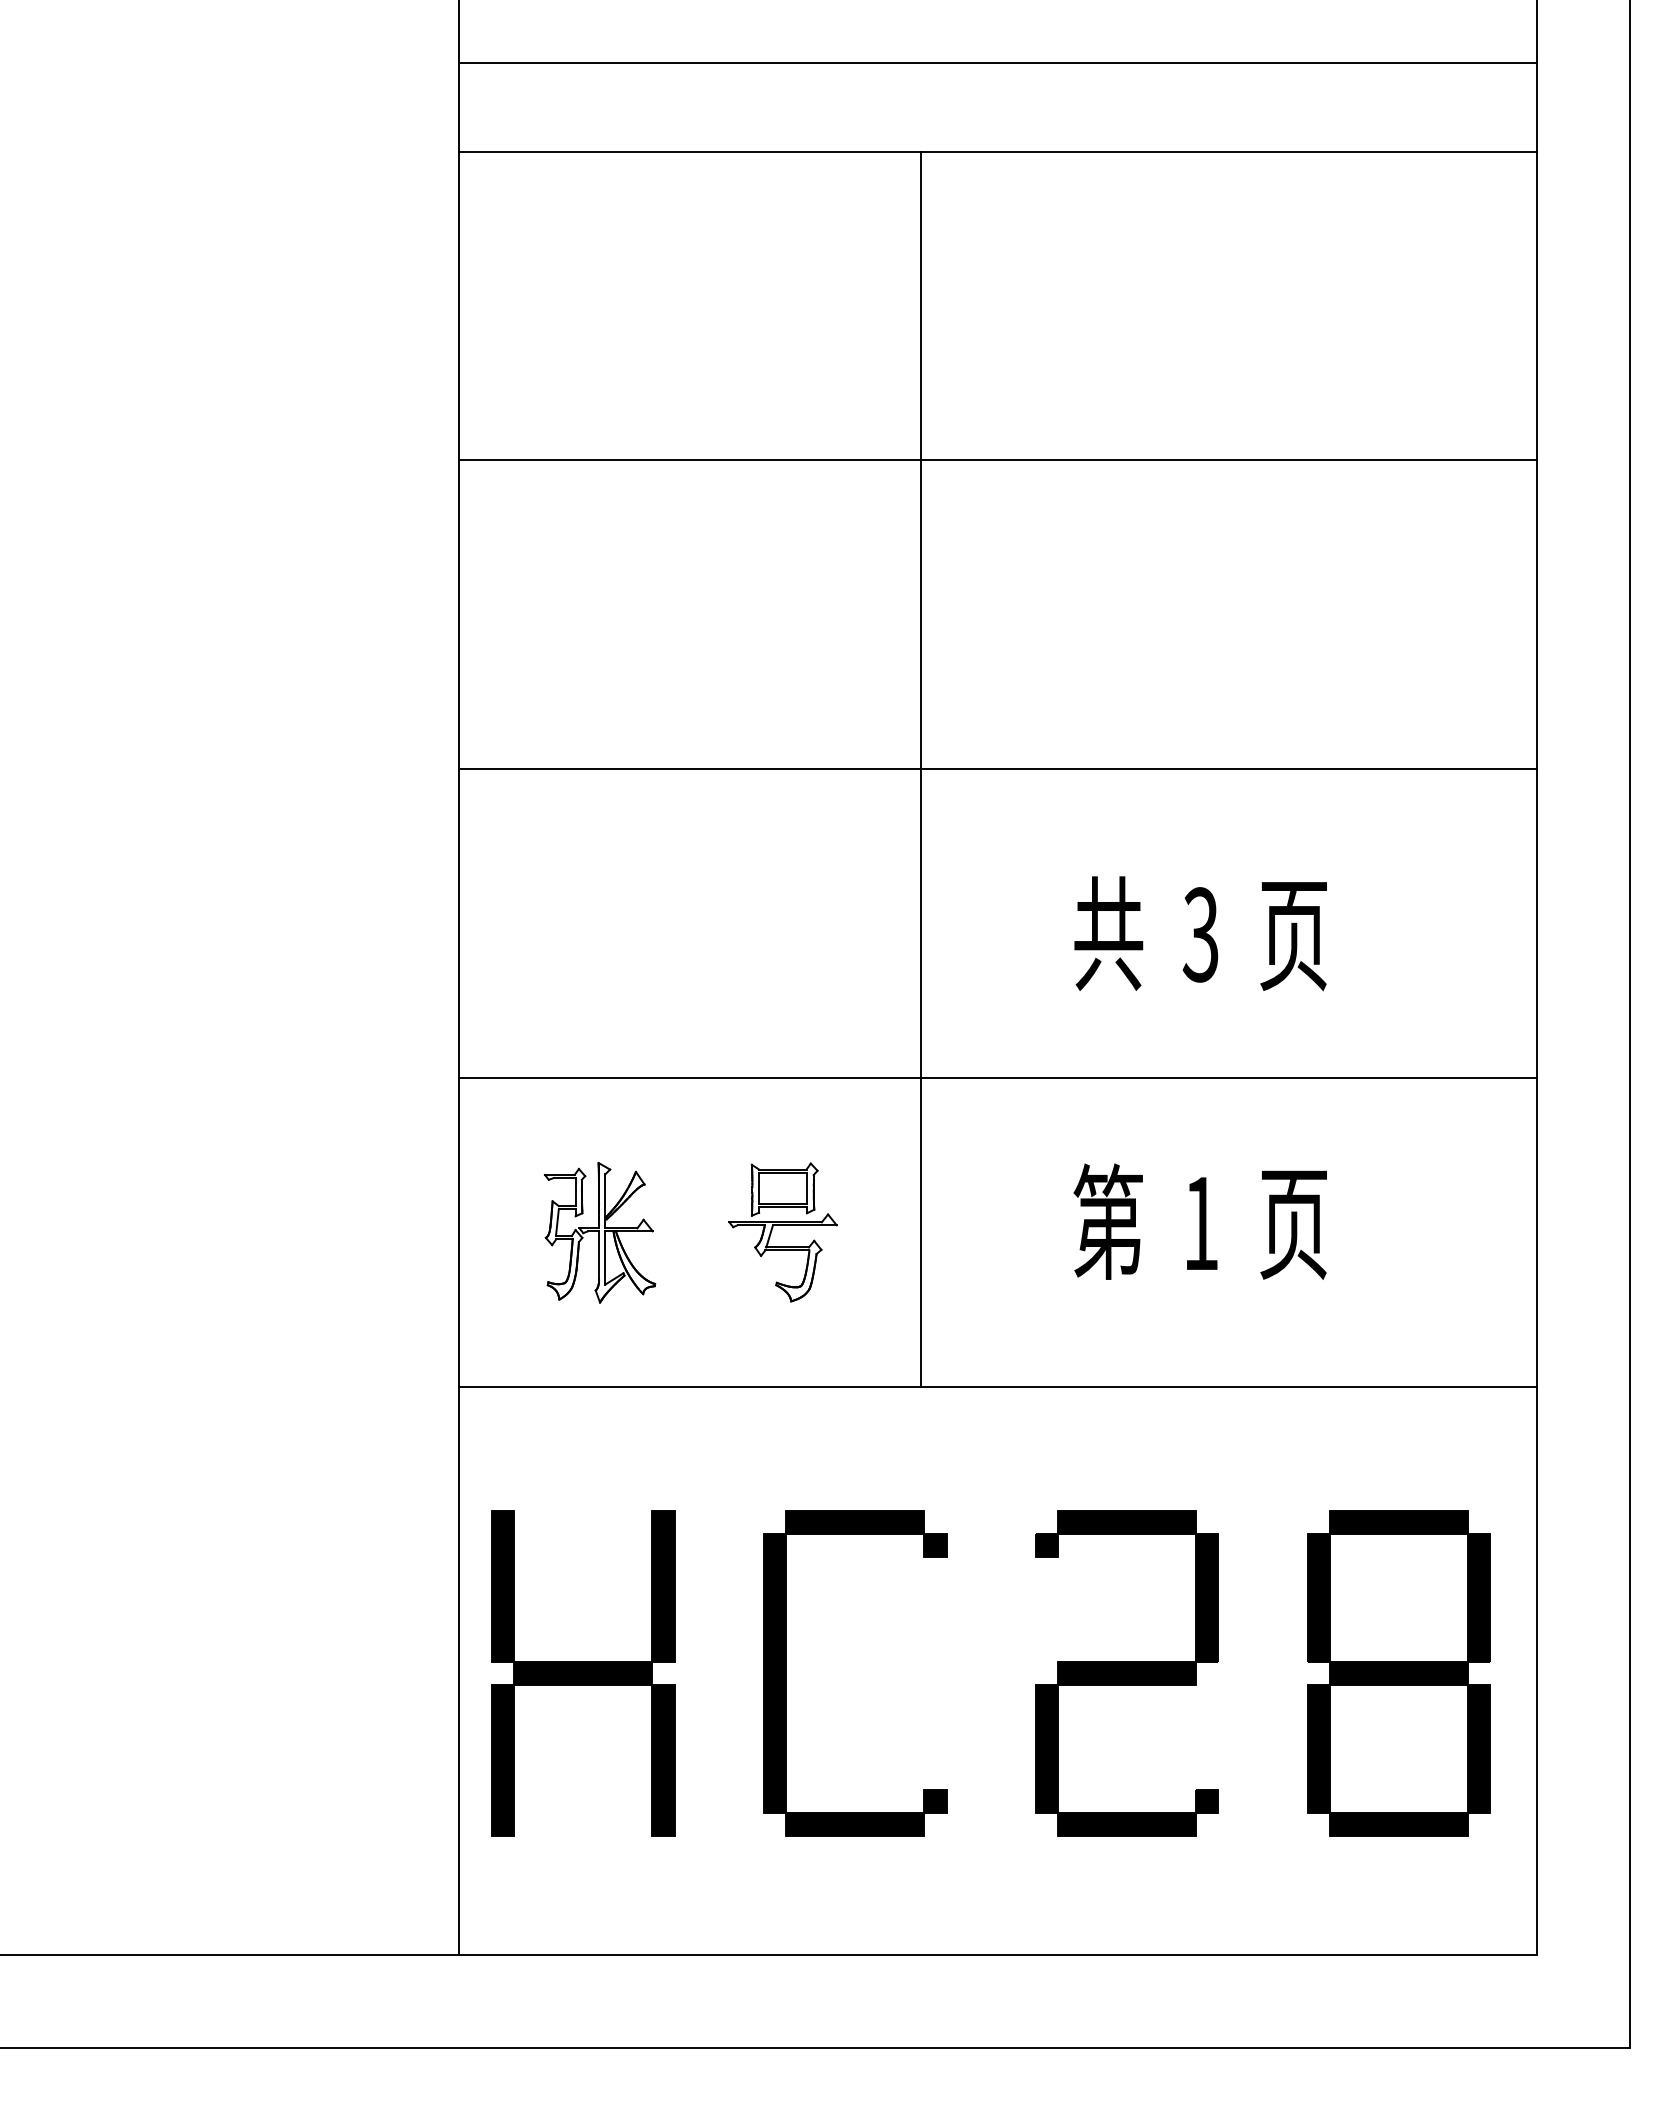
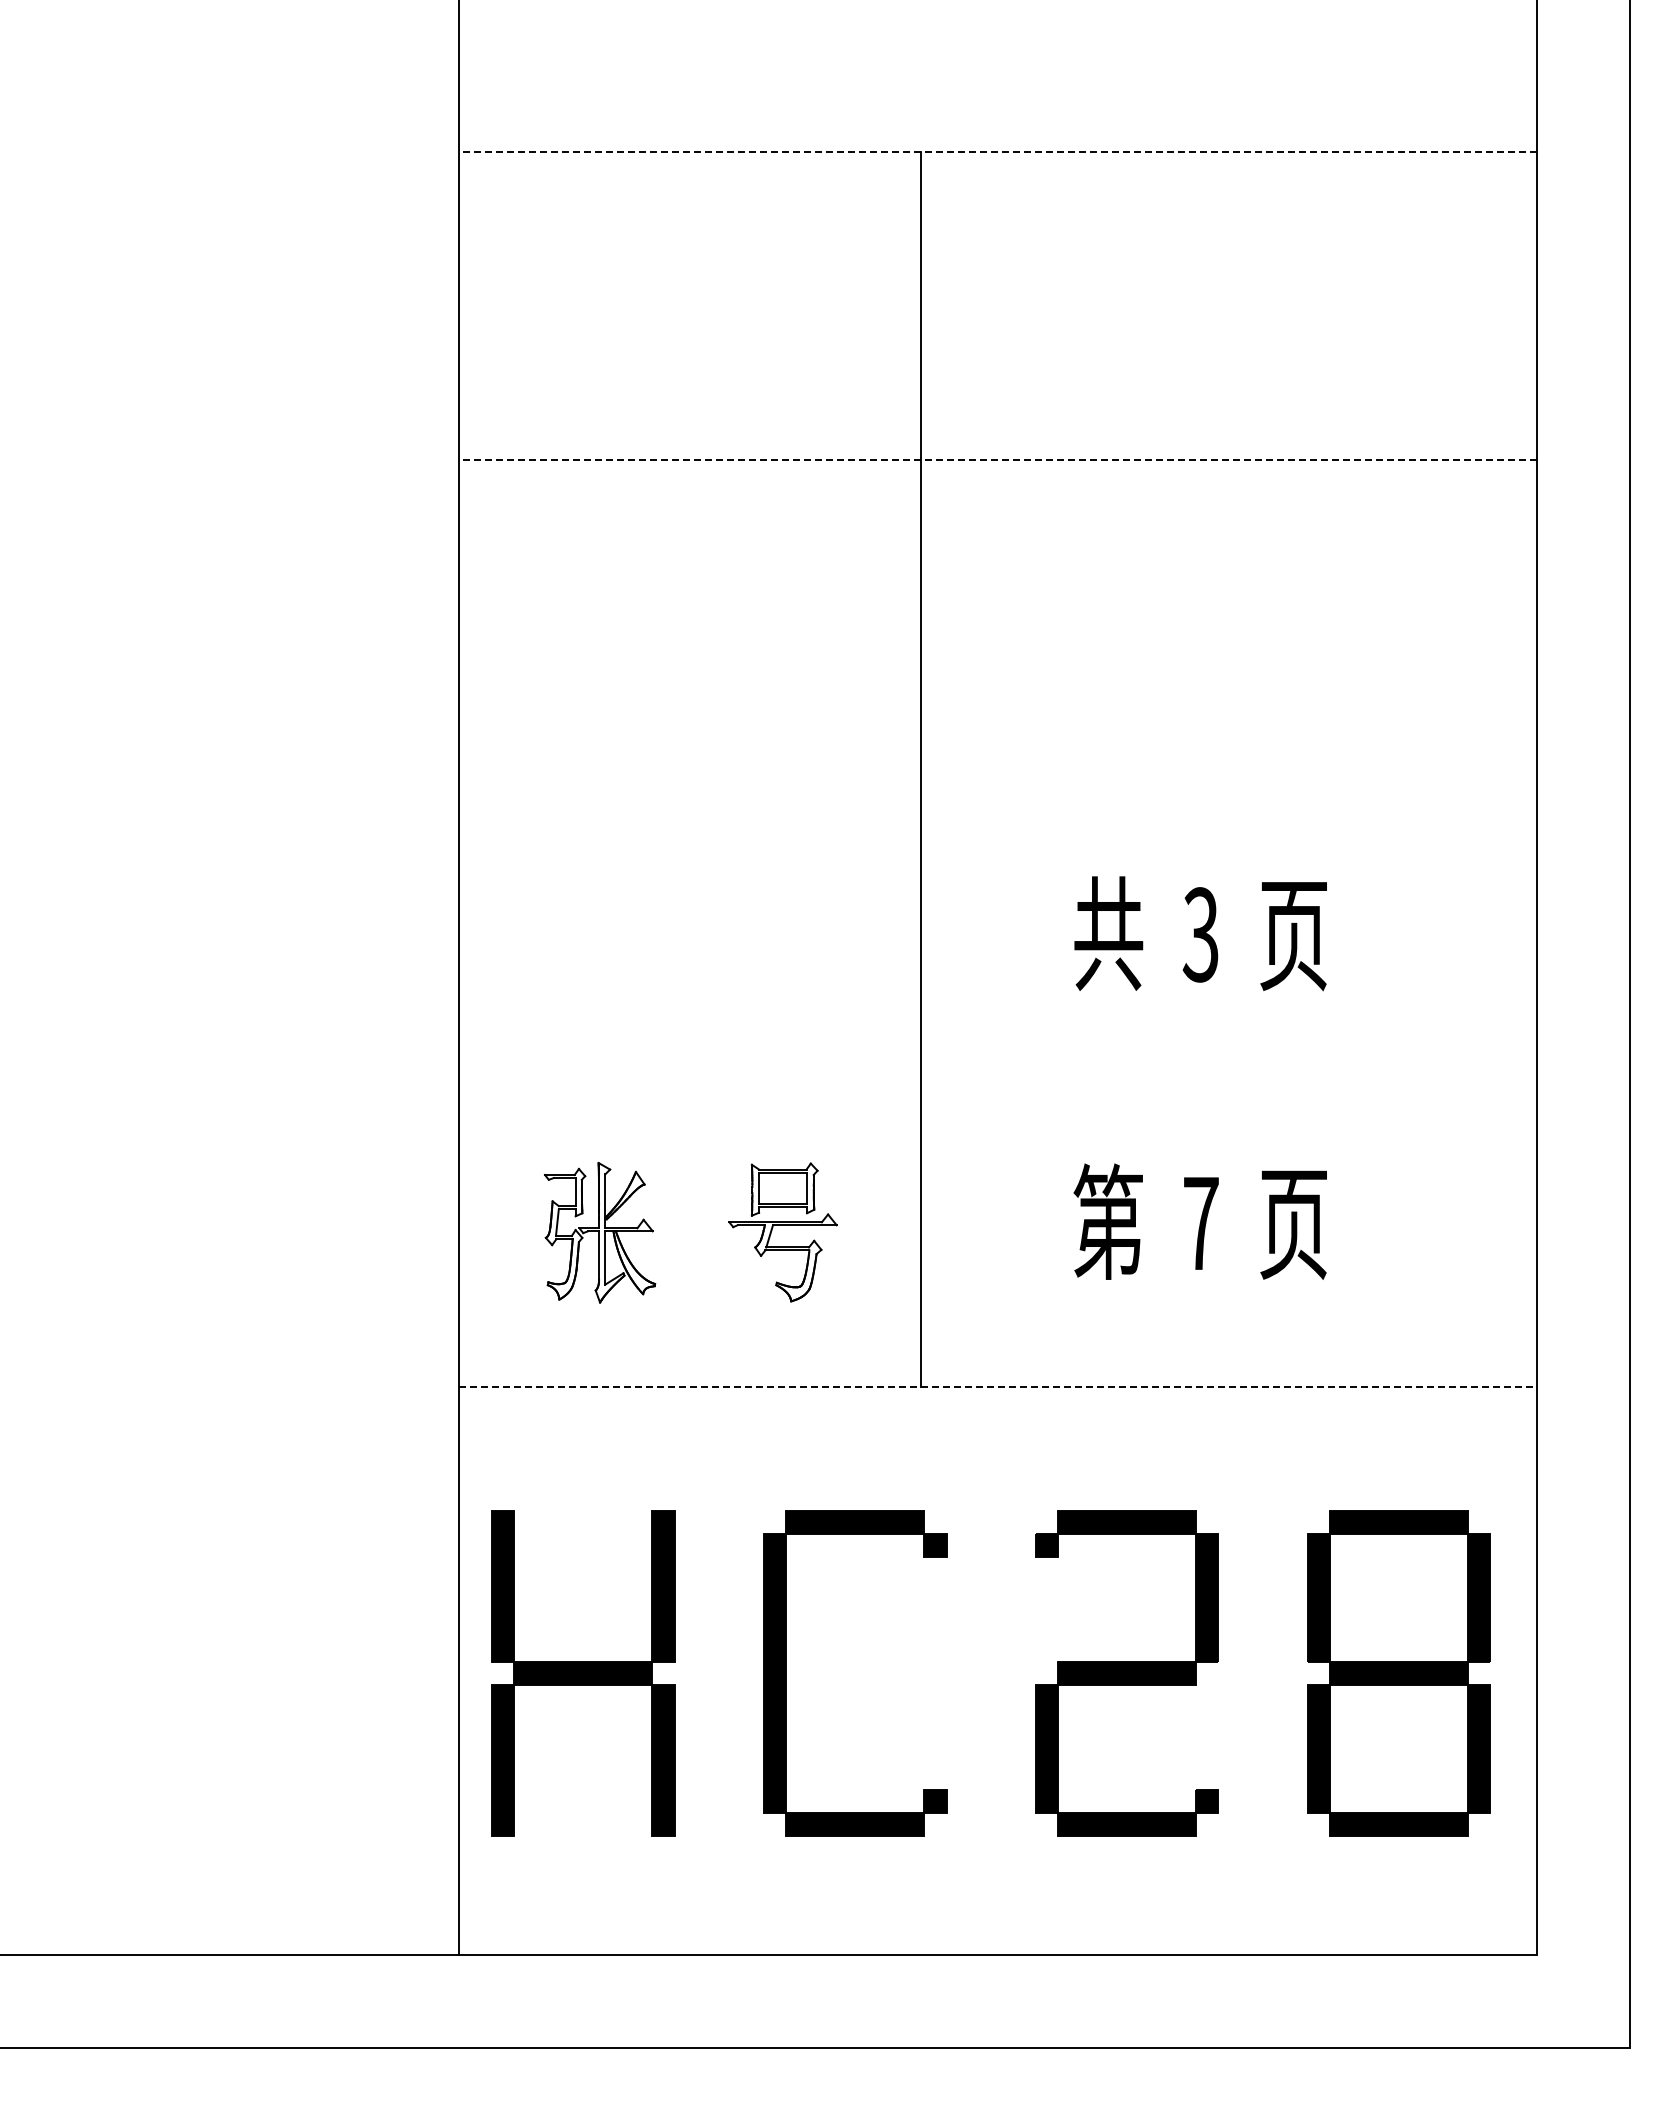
line at (997, 63): present -> none
line at (997, 151): solid -> dashed
line at (997, 460): solid -> dashed
line at (997, 769): present -> none
line at (997, 1078): present -> none
text at (1201, 1223): 1 -> 7
line at (998, 1387): solid -> dashed
